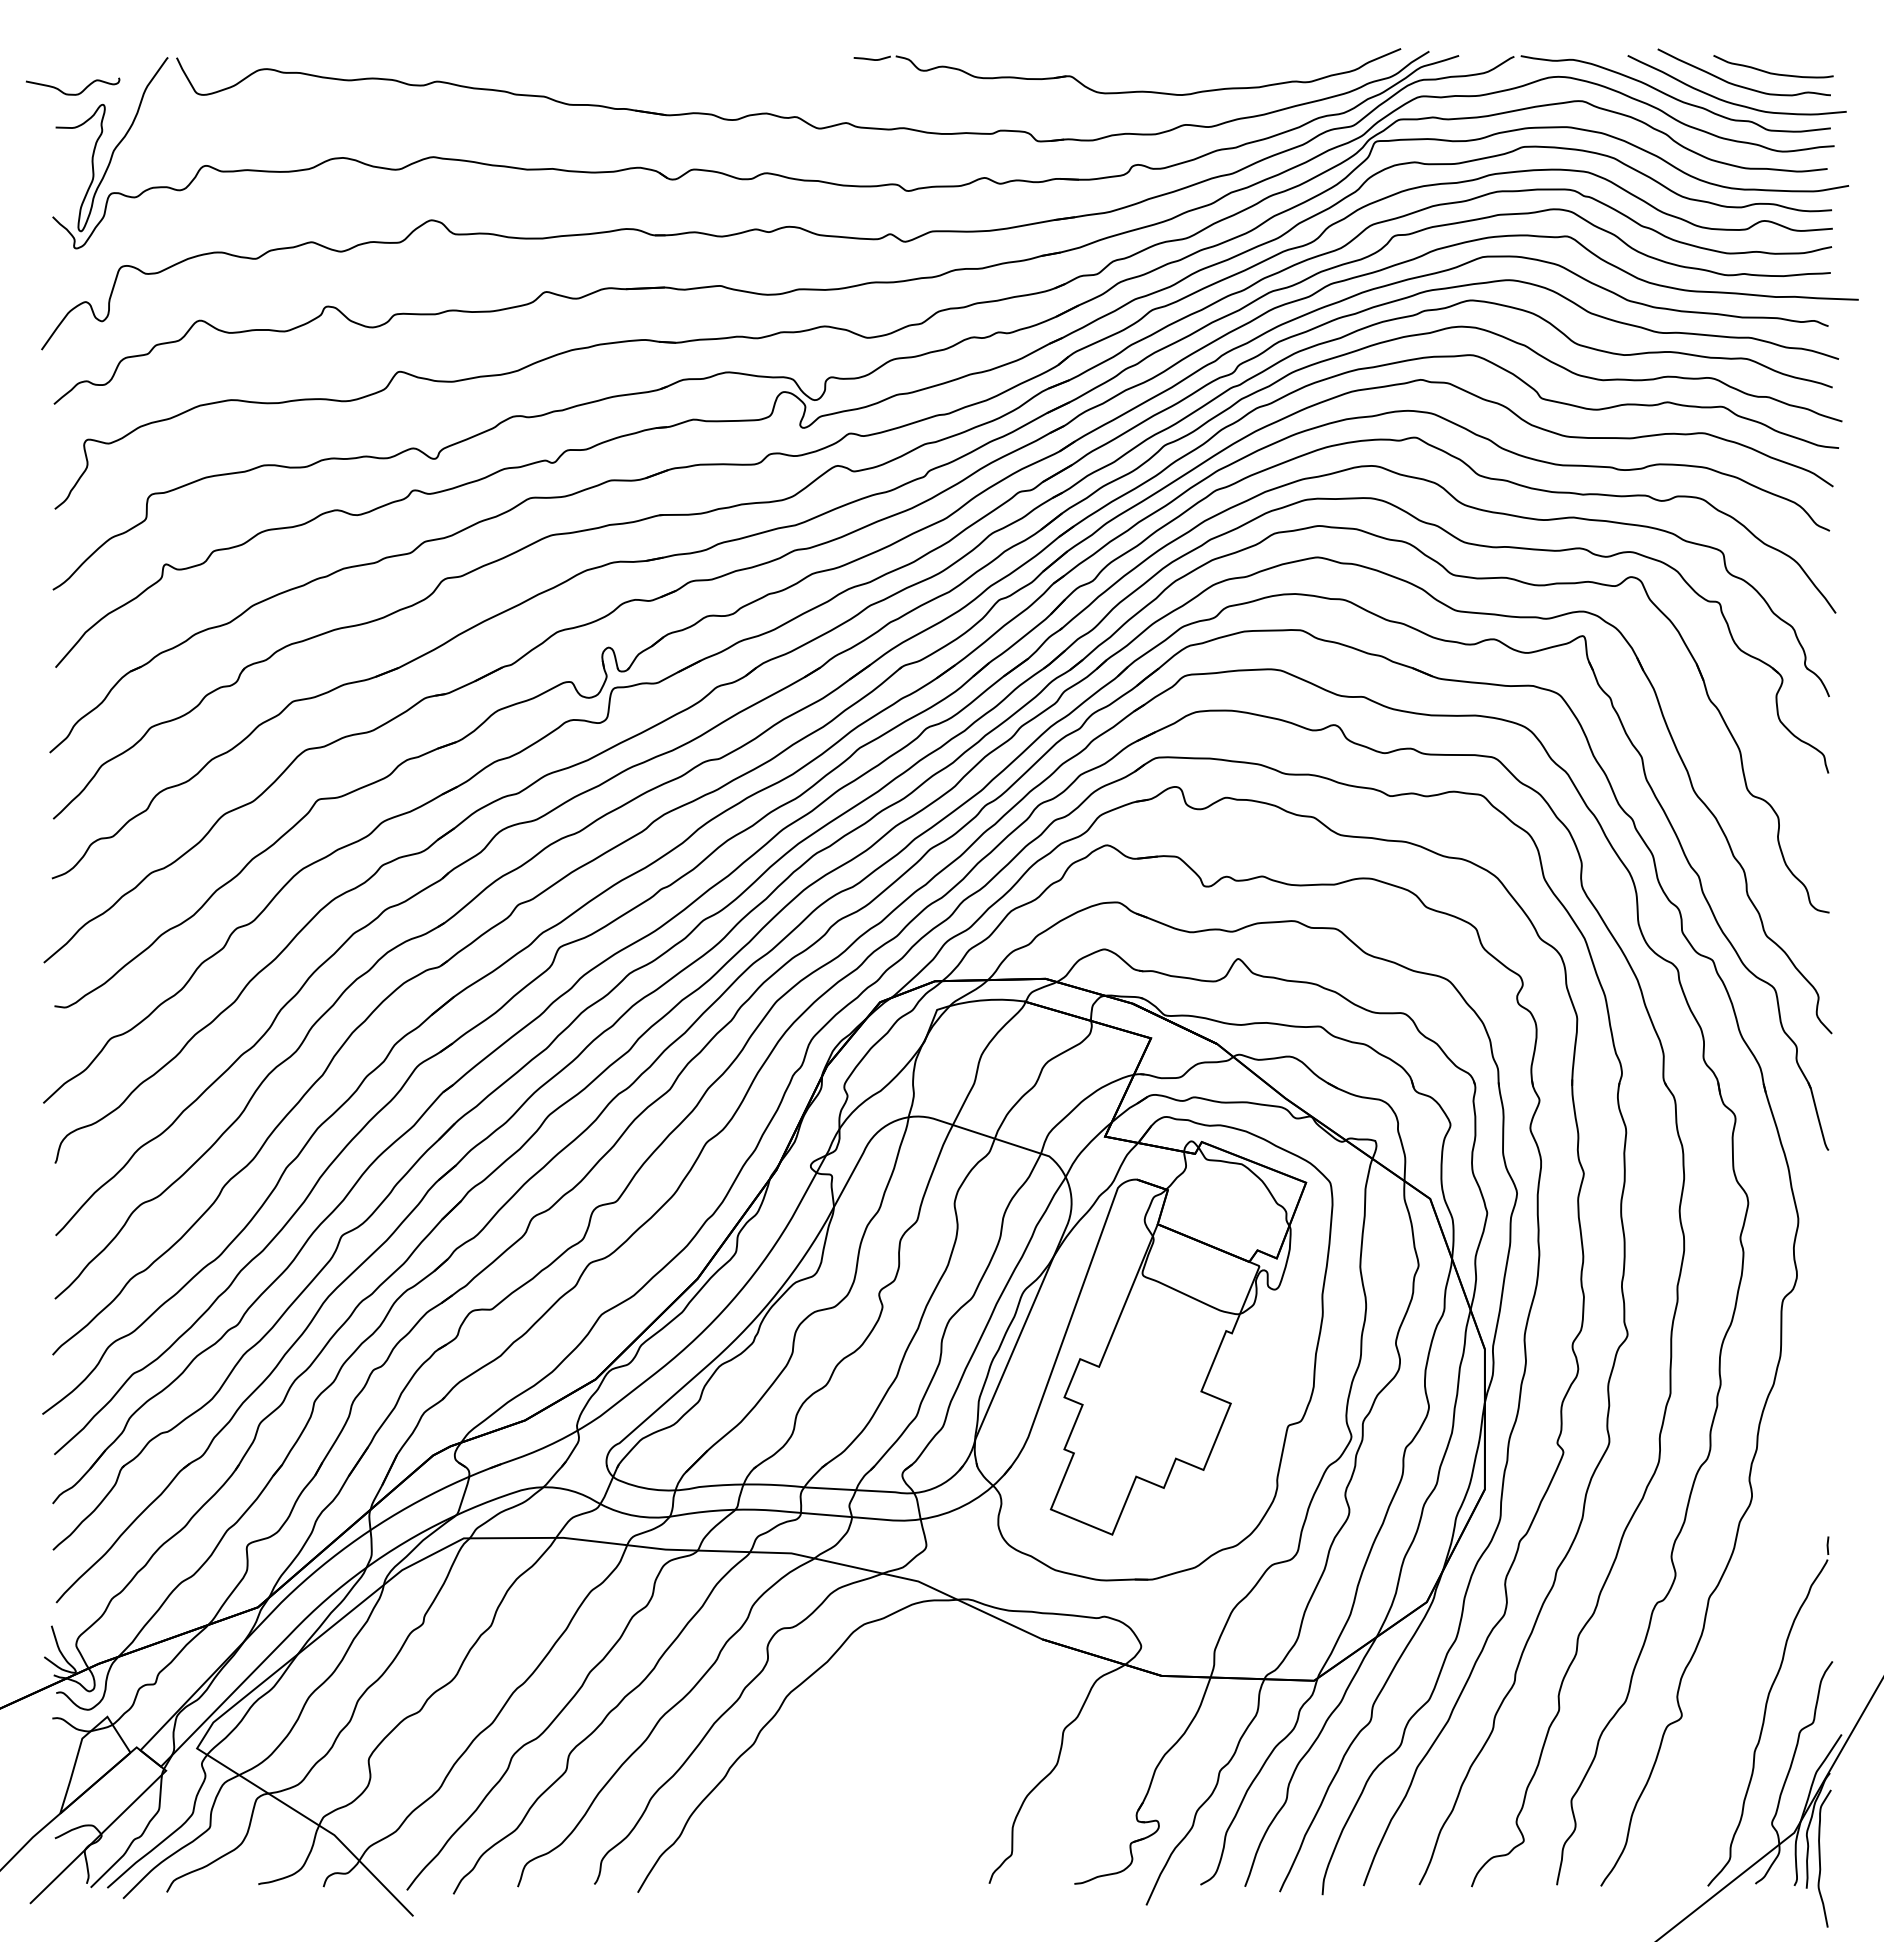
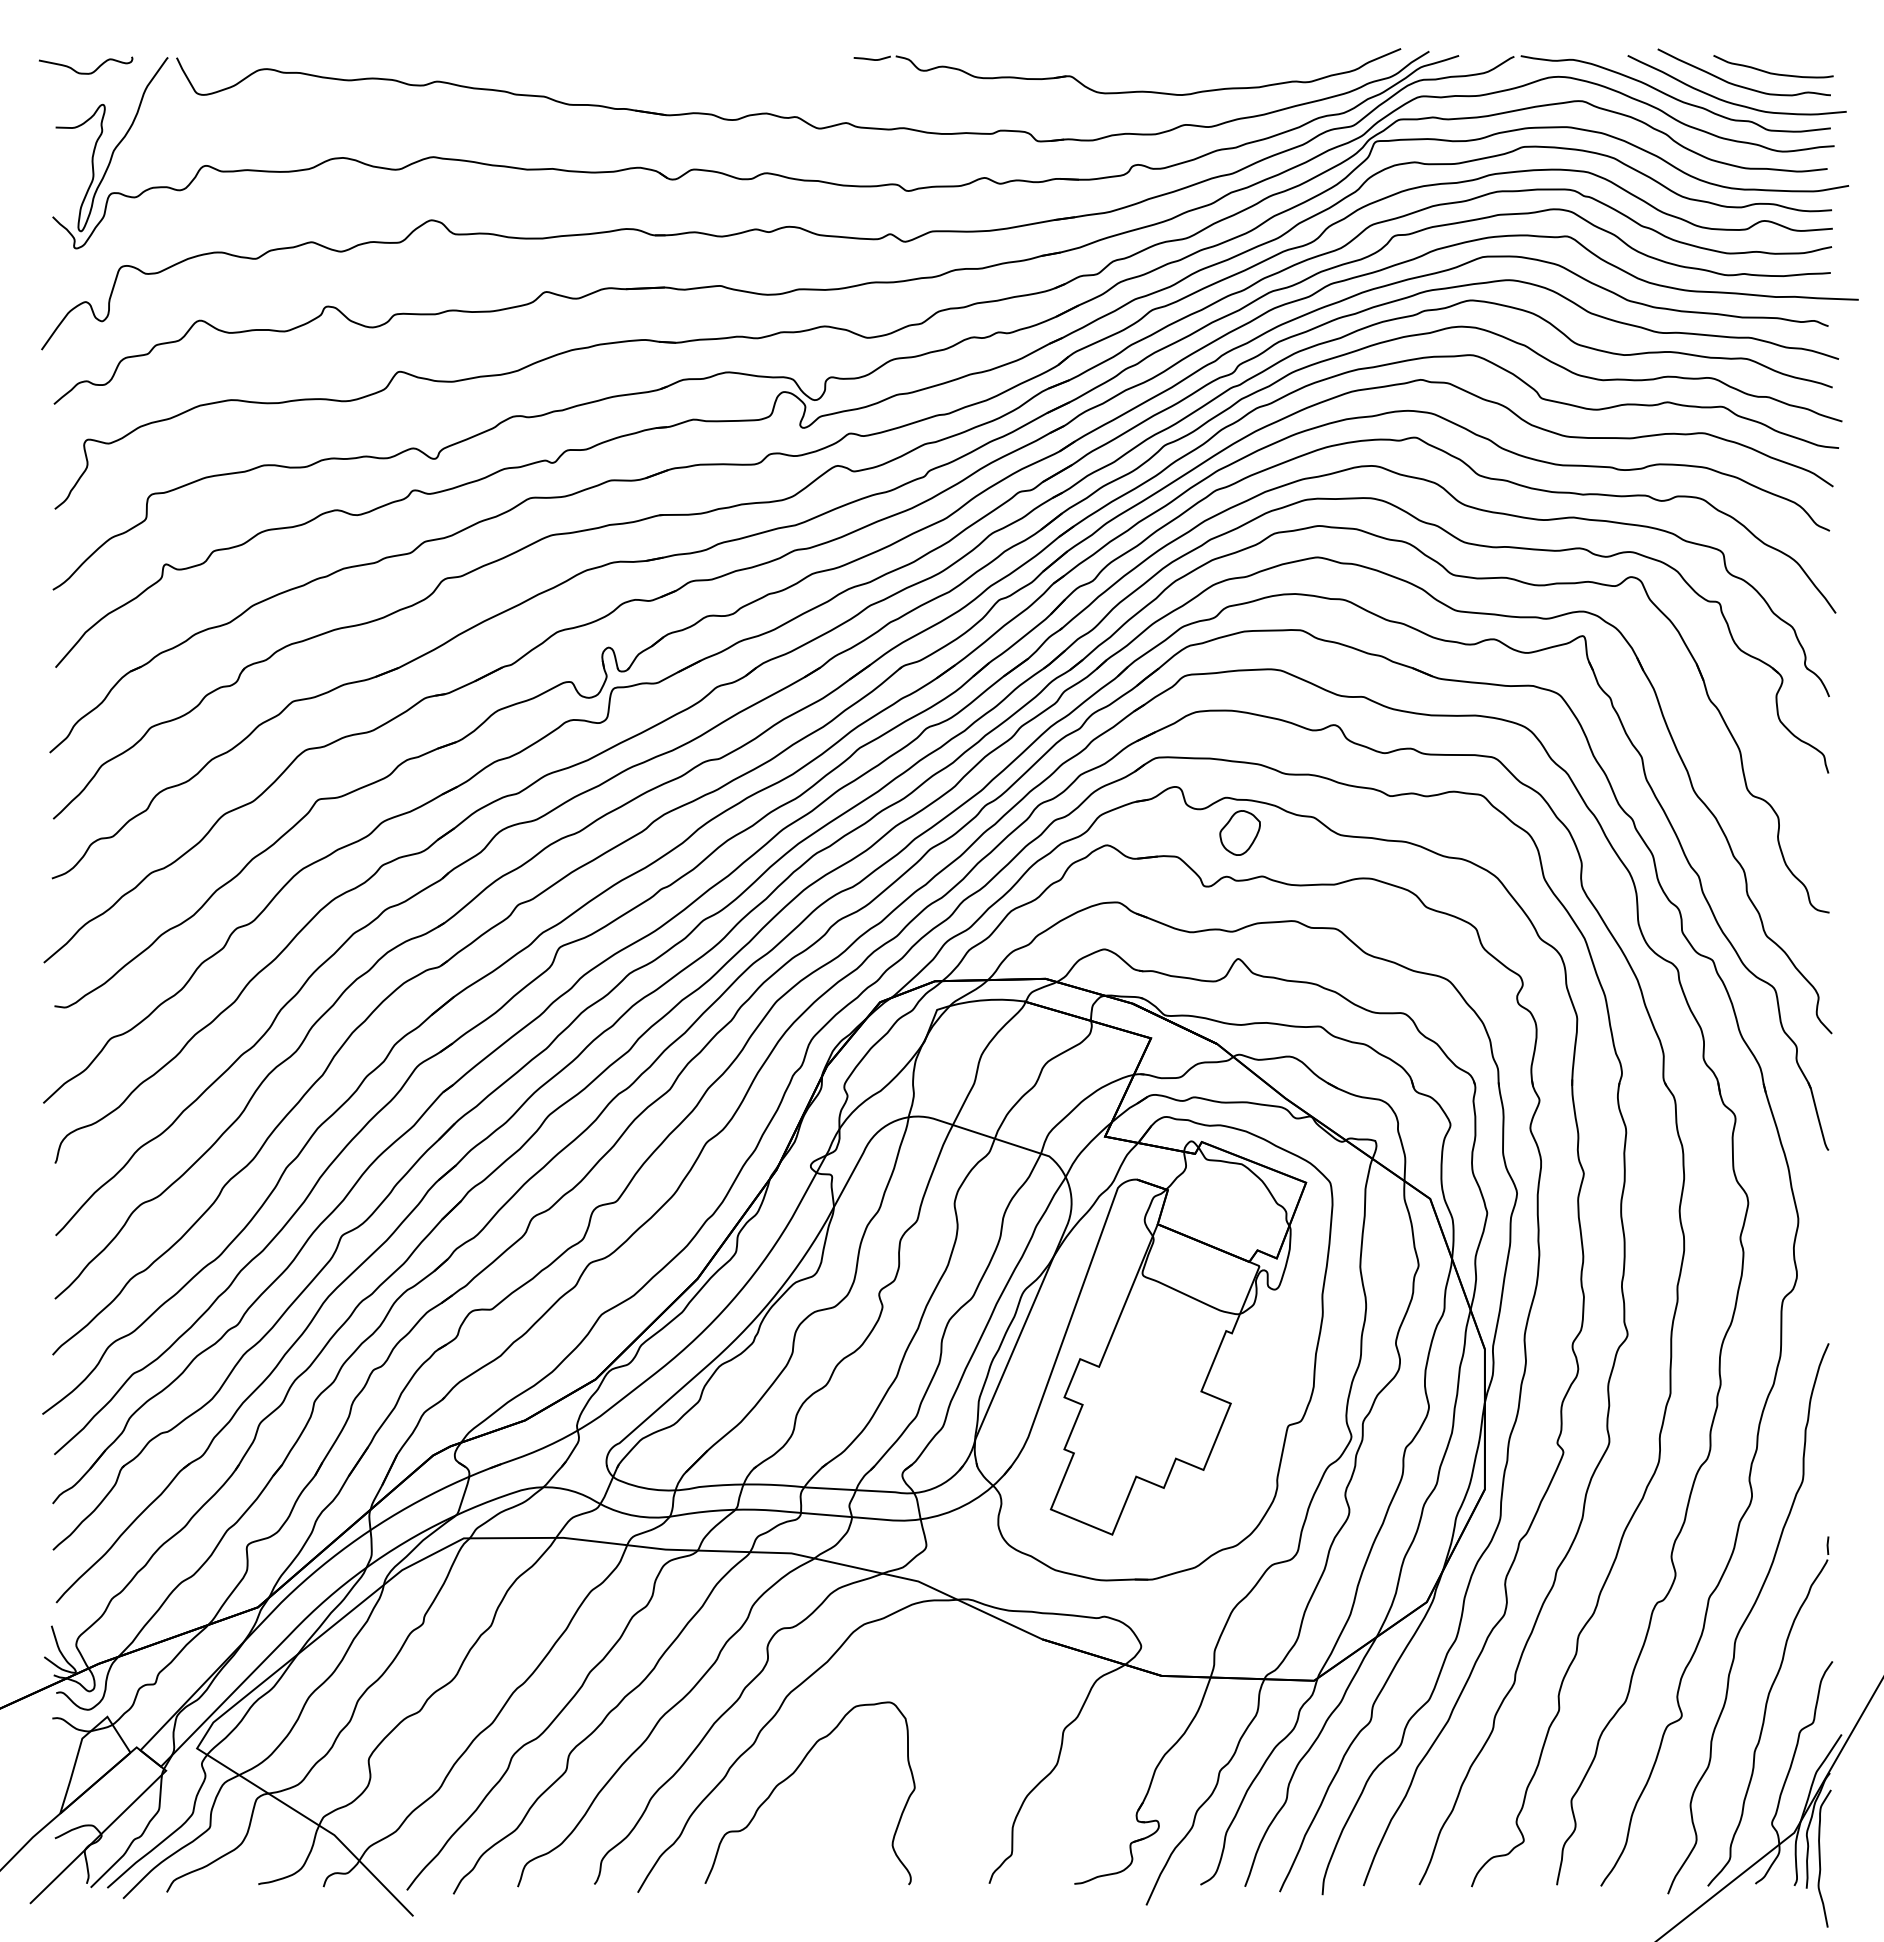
curve at (73, 93) position: (73, 93) -> (86, 72)
part at (1239, 832): none -> present
curve at (1748, 1617): none -> present
curve at (792, 1775): none -> present
